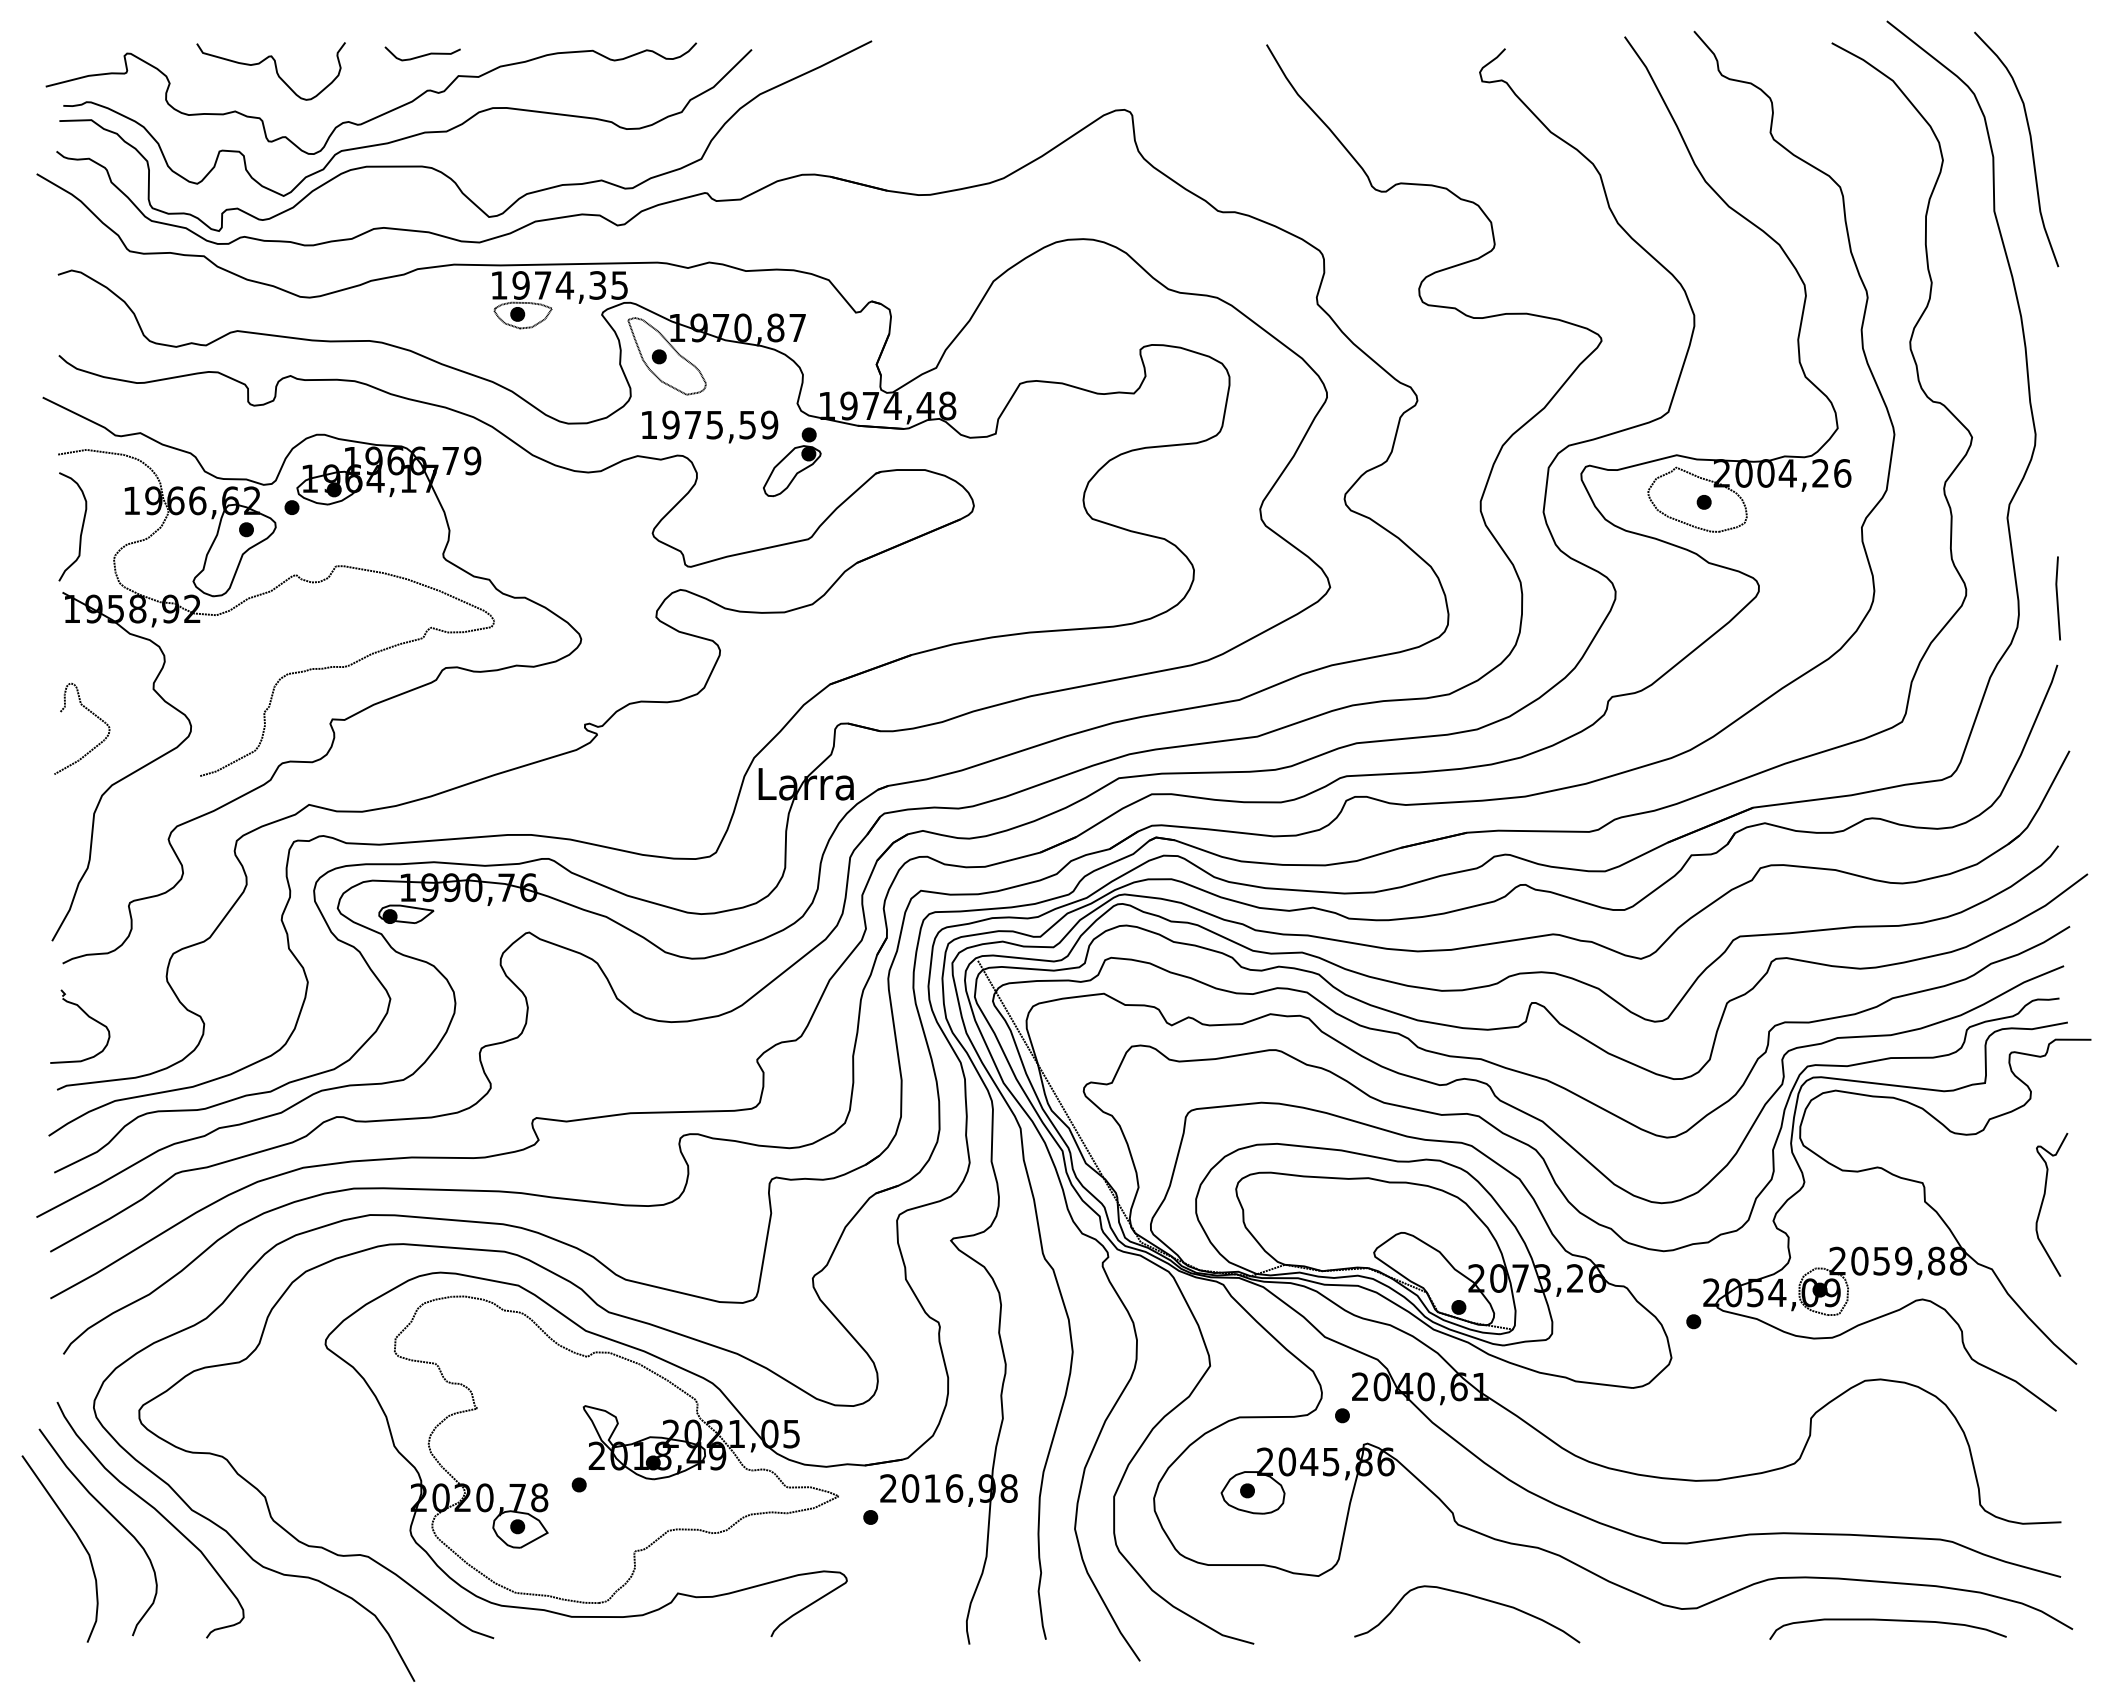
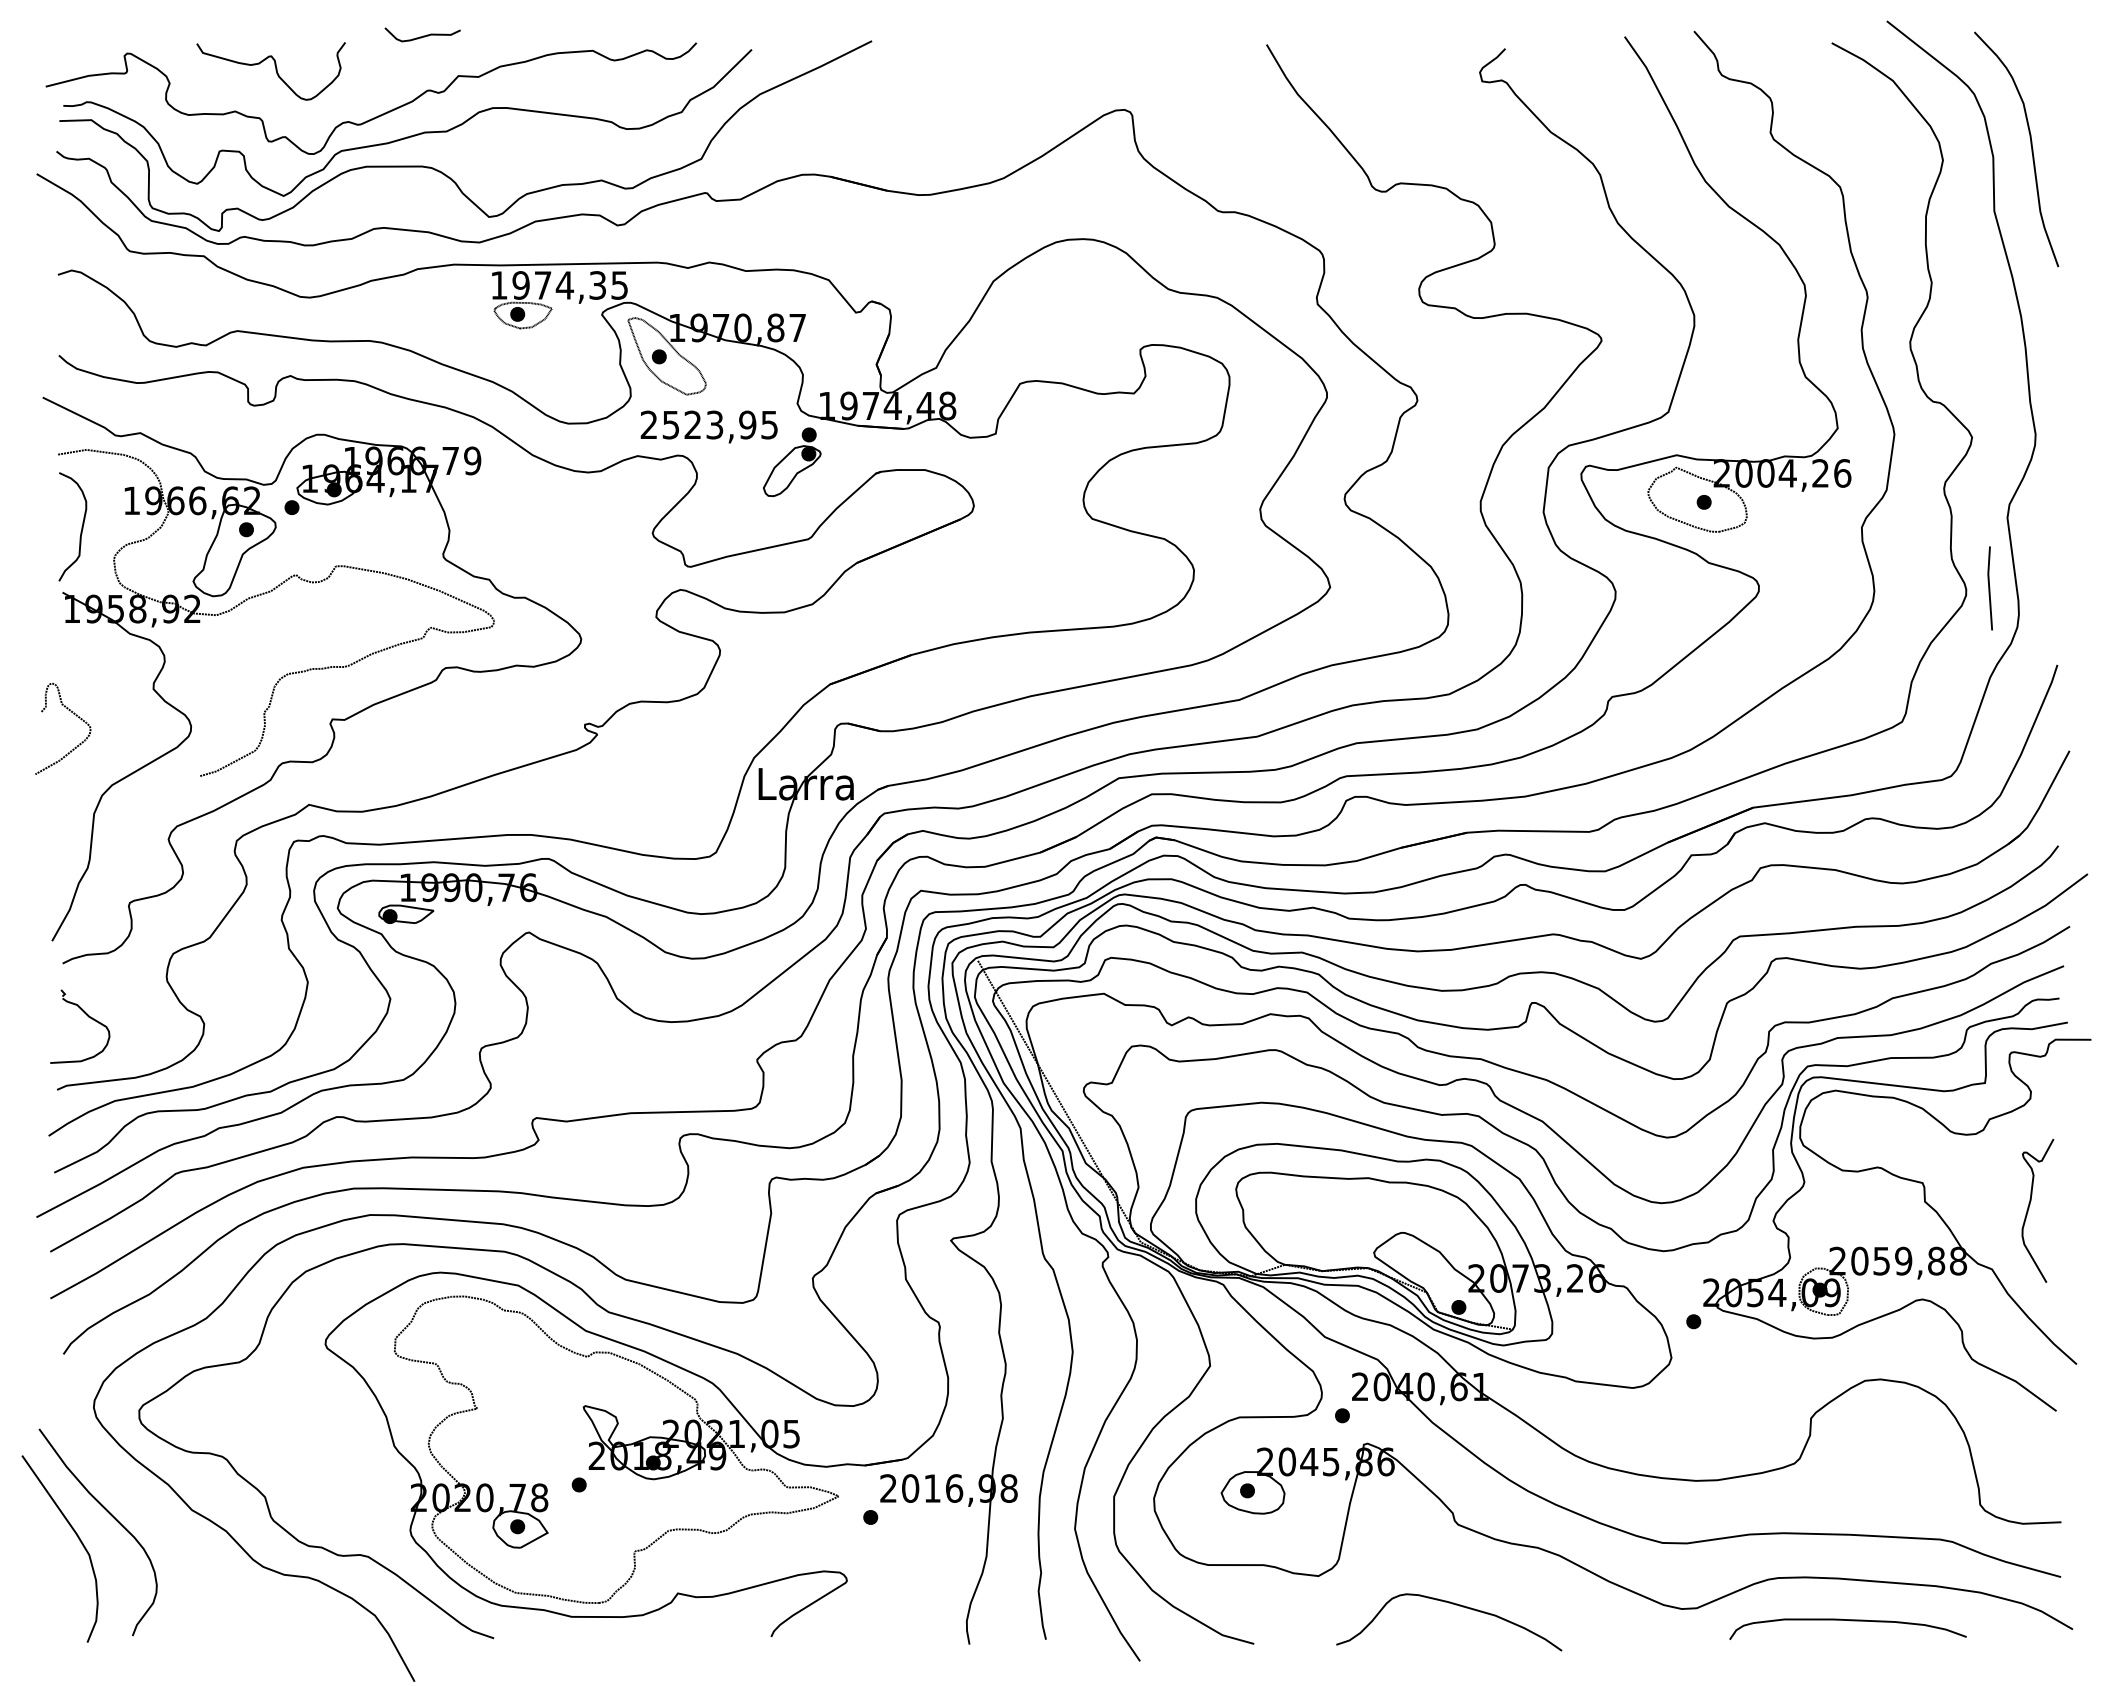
curve at (423, 54) position: (423, 54) -> (423, 35)
text at (709, 424): 1975,59 -> 2523,95
line at (2057, 598) position: (2057, 598) -> (1989, 588)
curve at (92, 714) position: (92, 714) -> (73, 714)
curve at (2043, 1202) position: (2043, 1202) -> (2029, 1208)
curve at (157, 1512): present -> none
curve at (1473, 1597) position: (1473, 1597) -> (1455, 1605)
curve at (1890, 1621) position: (1890, 1621) -> (1850, 1621)
